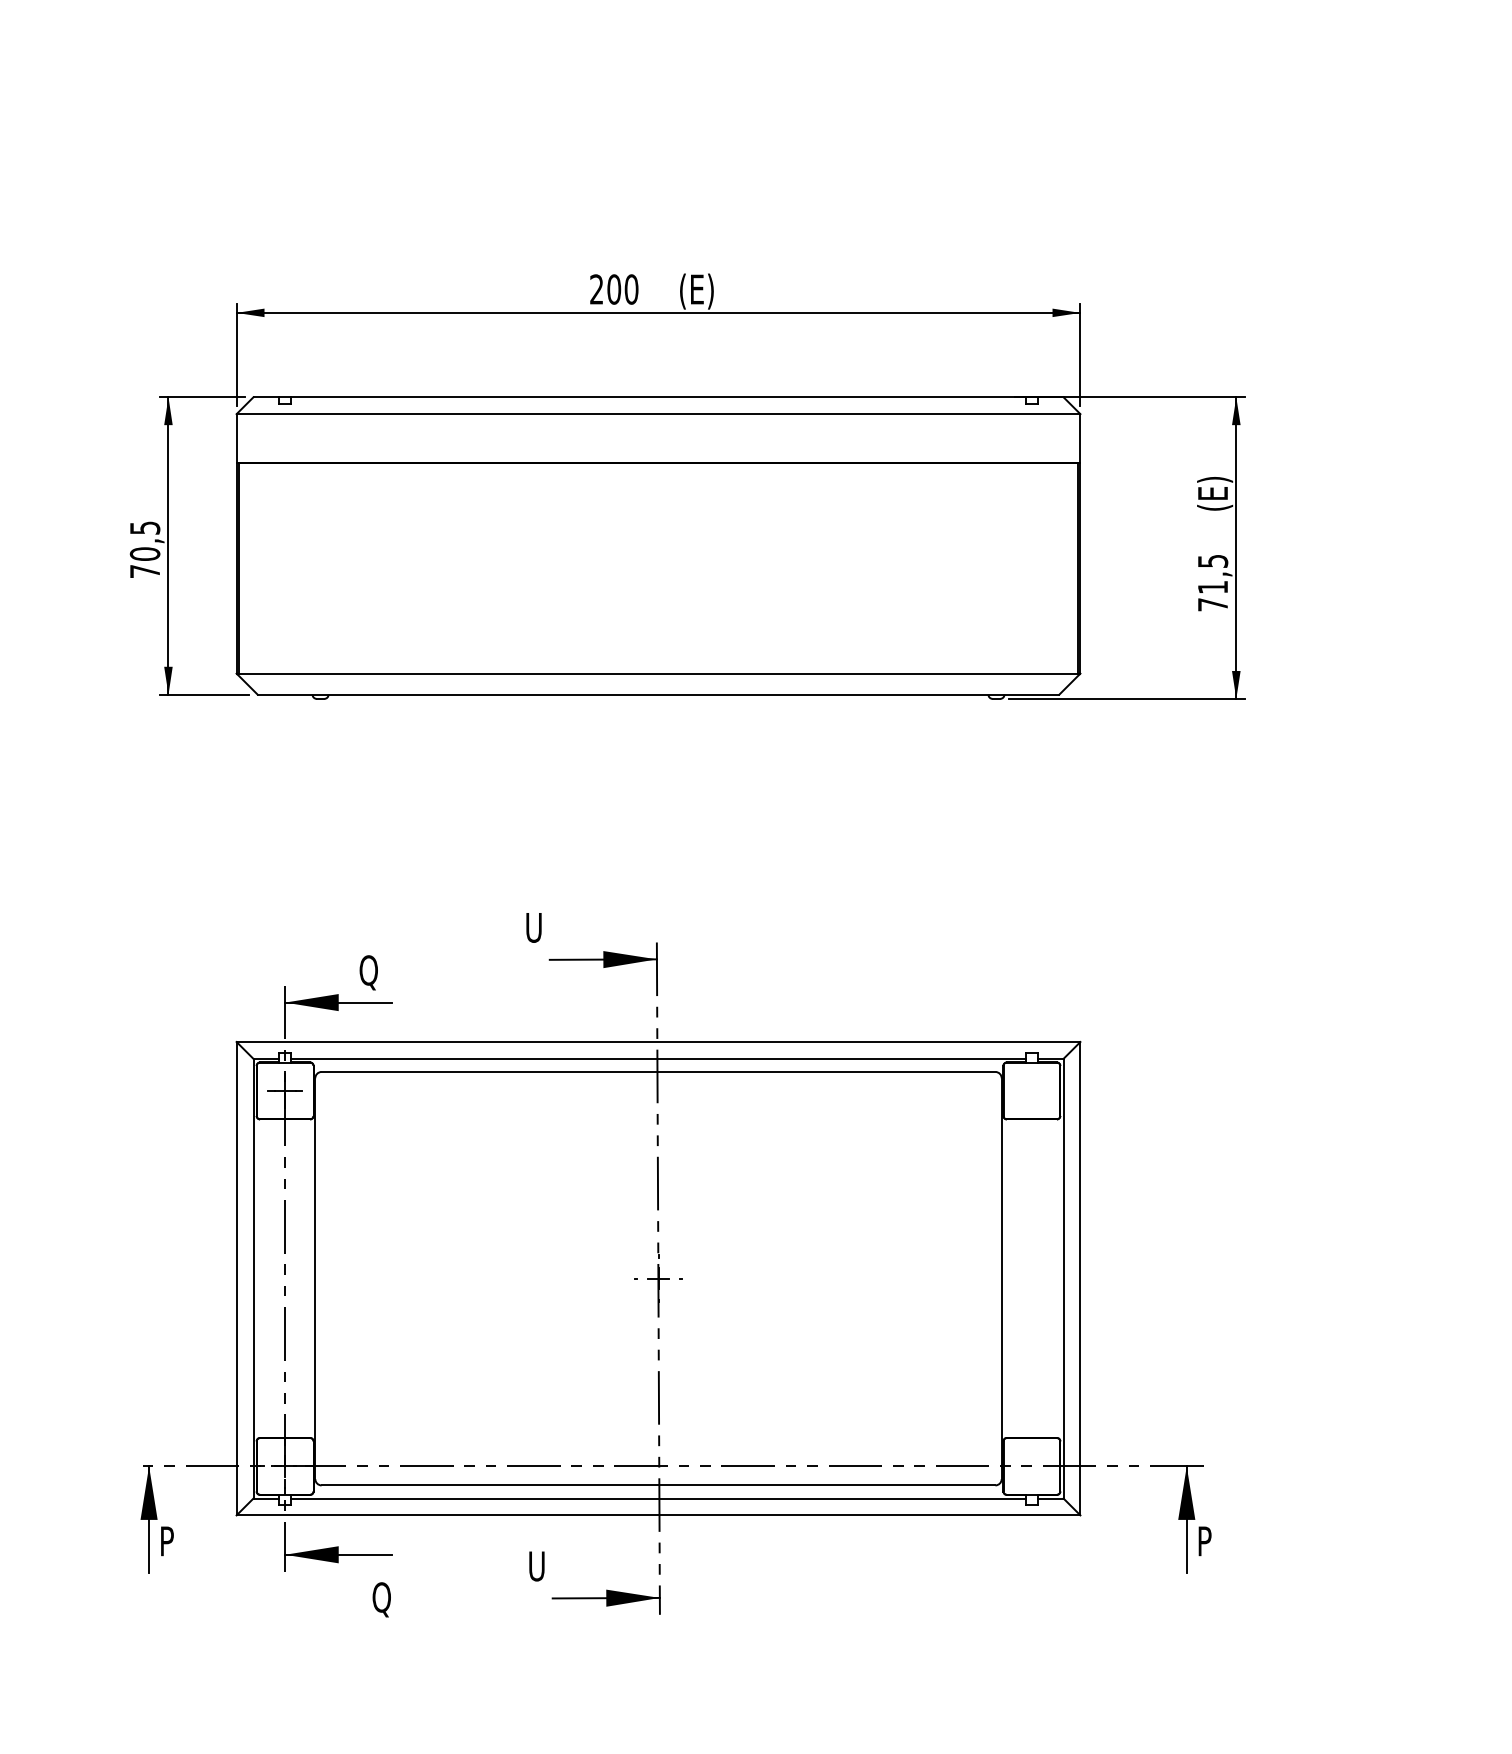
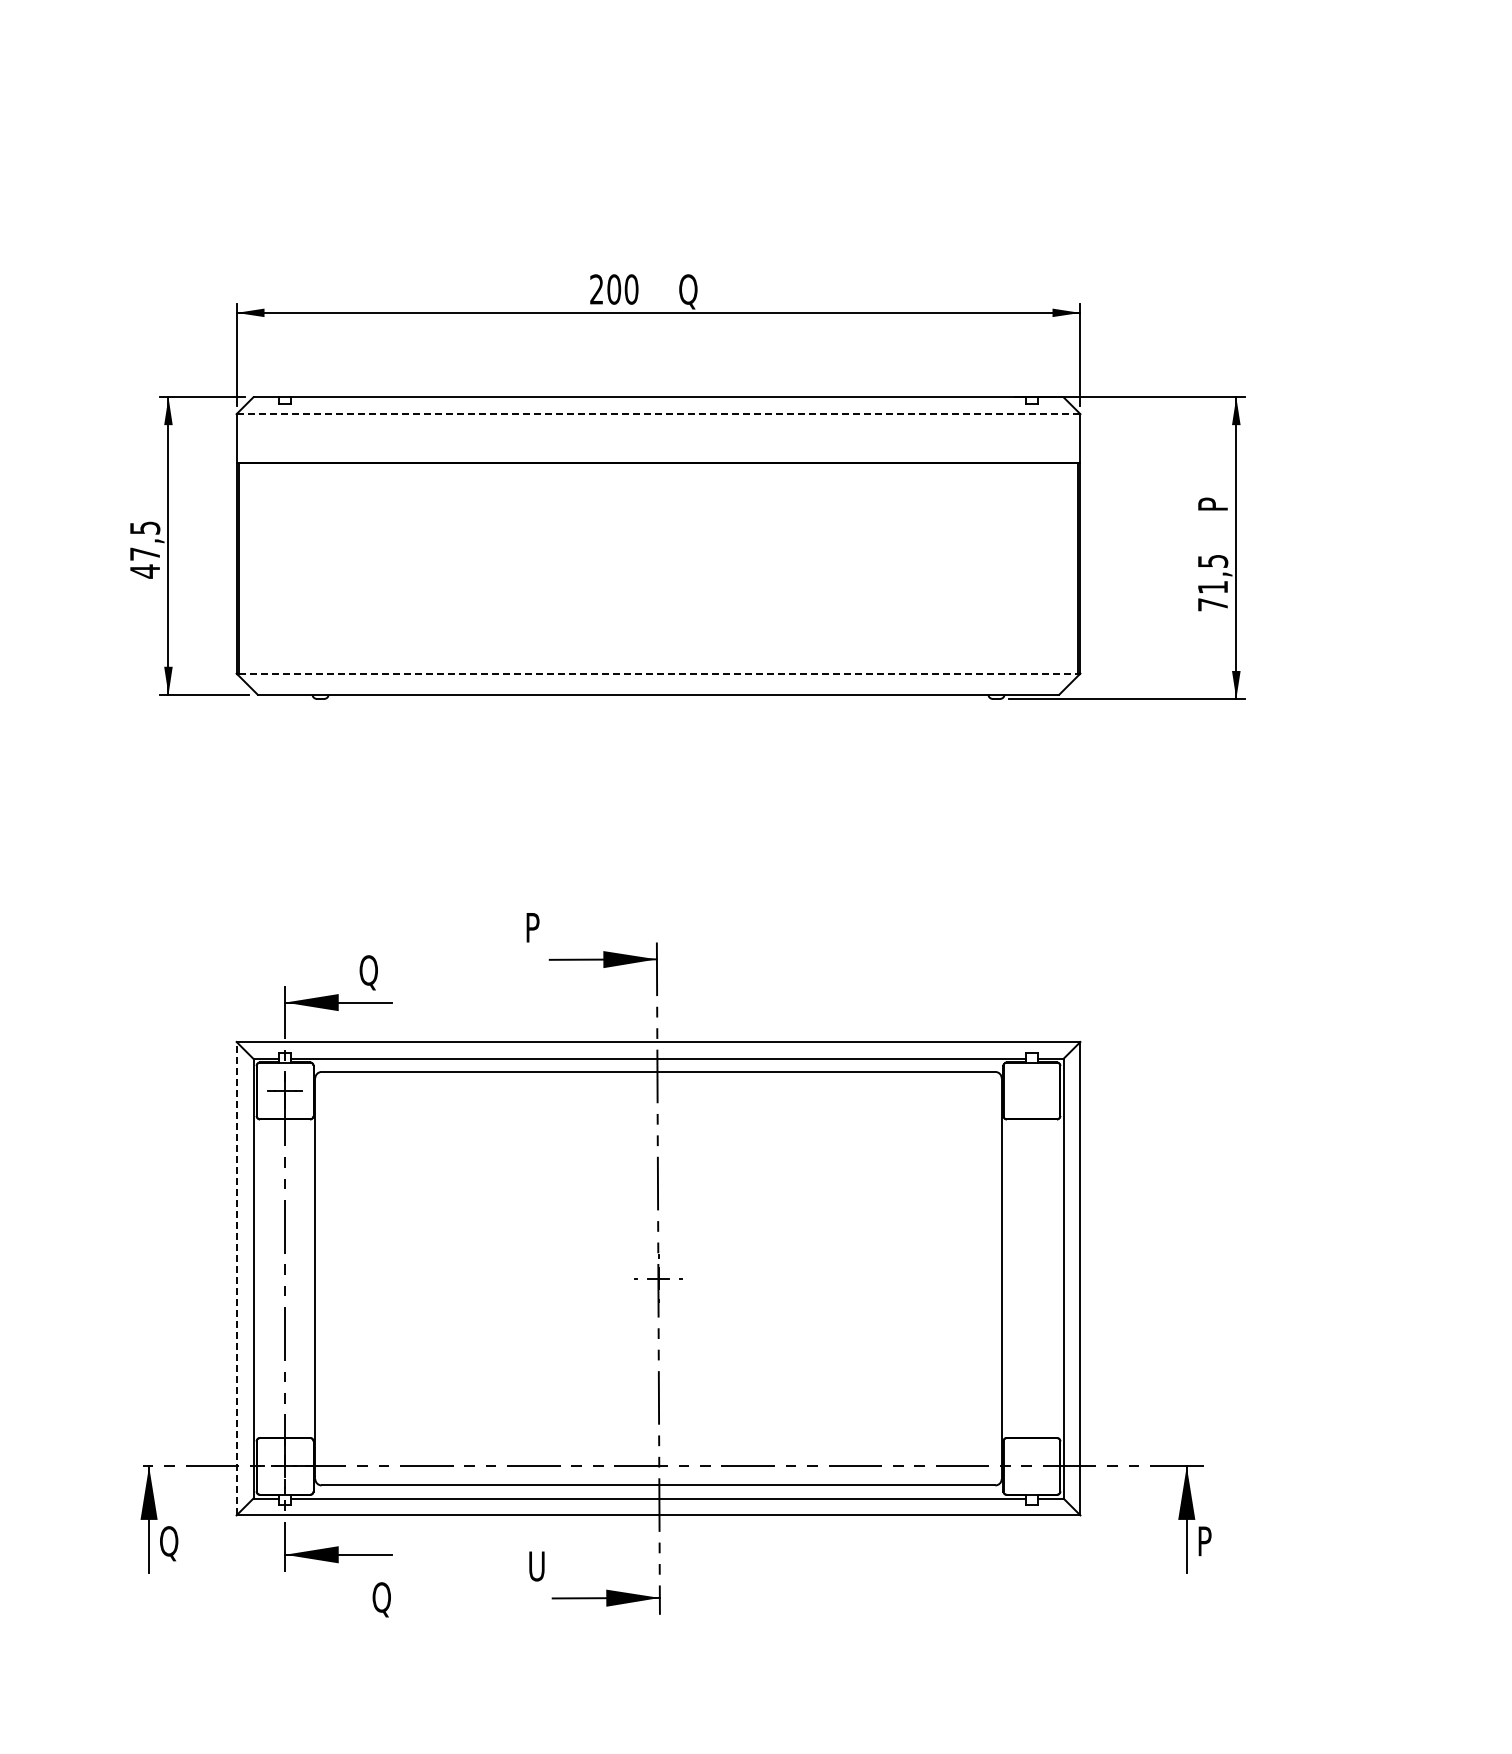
text at (696, 291): (E) -> Q
line at (658, 414): solid -> dashed
text at (1215, 493): (E) -> P
text at (144, 562): 70,5 -> 47,5
line at (658, 673): solid -> dashed
text at (533, 927): U -> P
line at (236, 1278): solid -> dashed
text at (169, 1543): P -> Q
